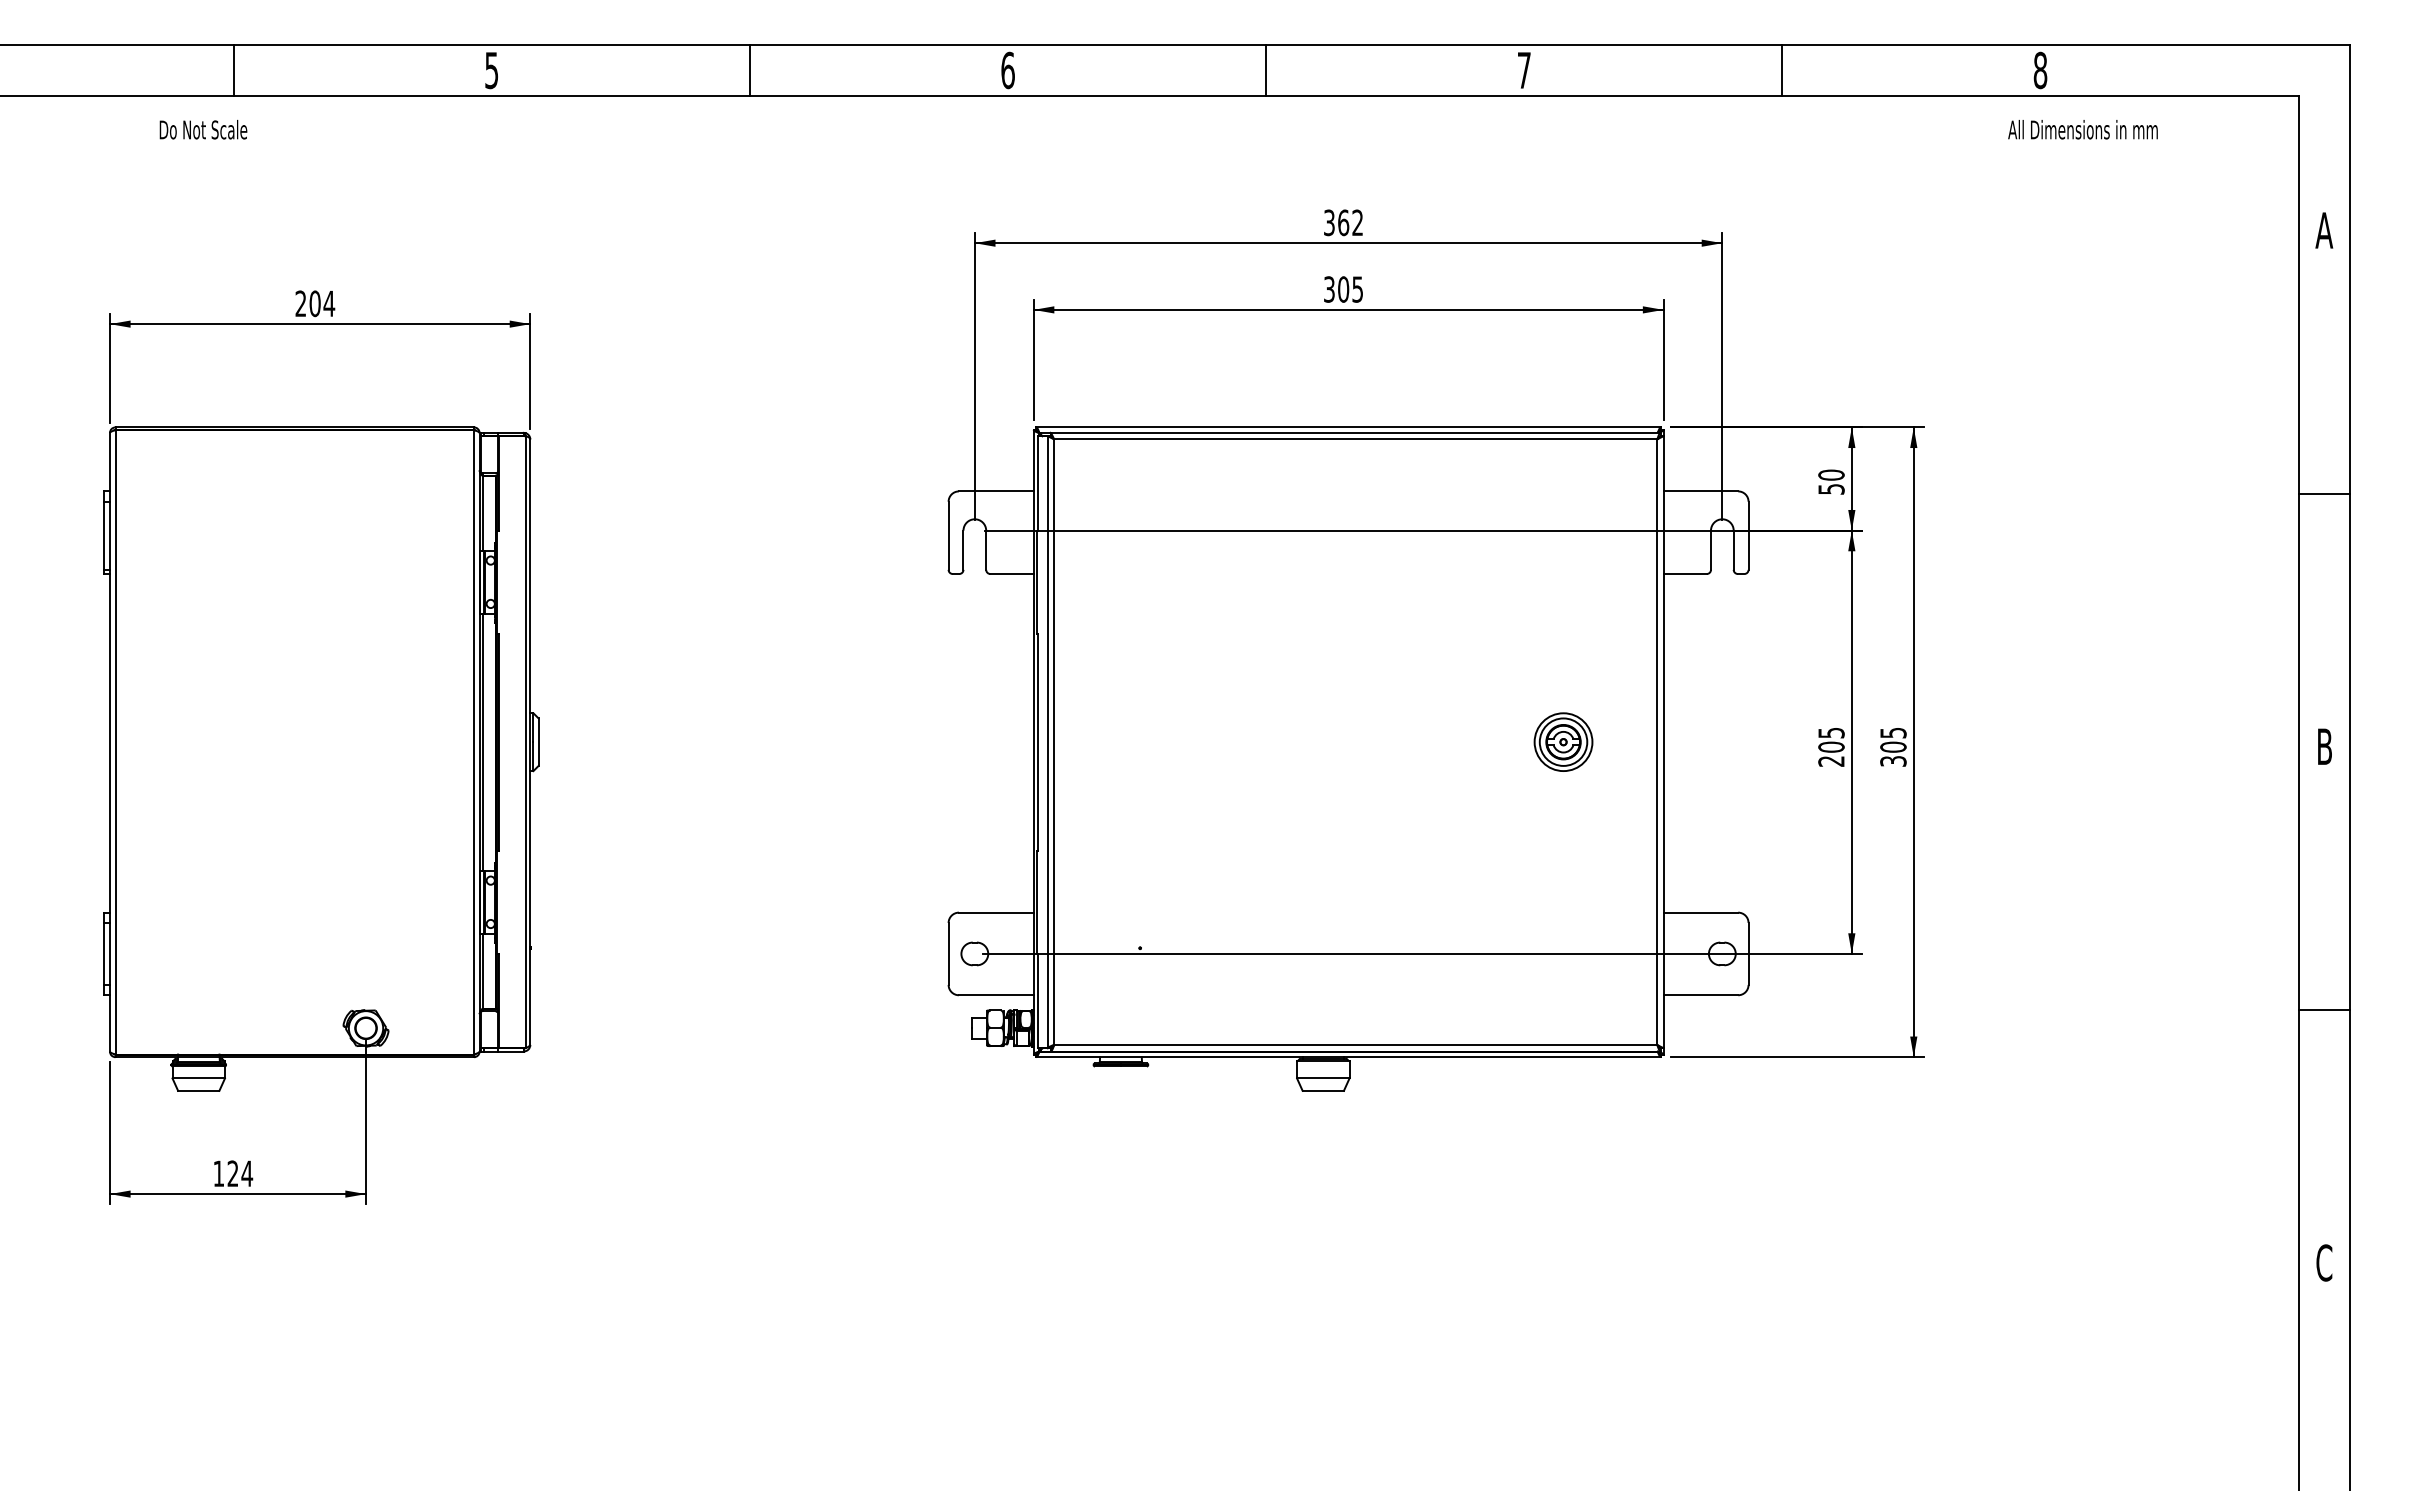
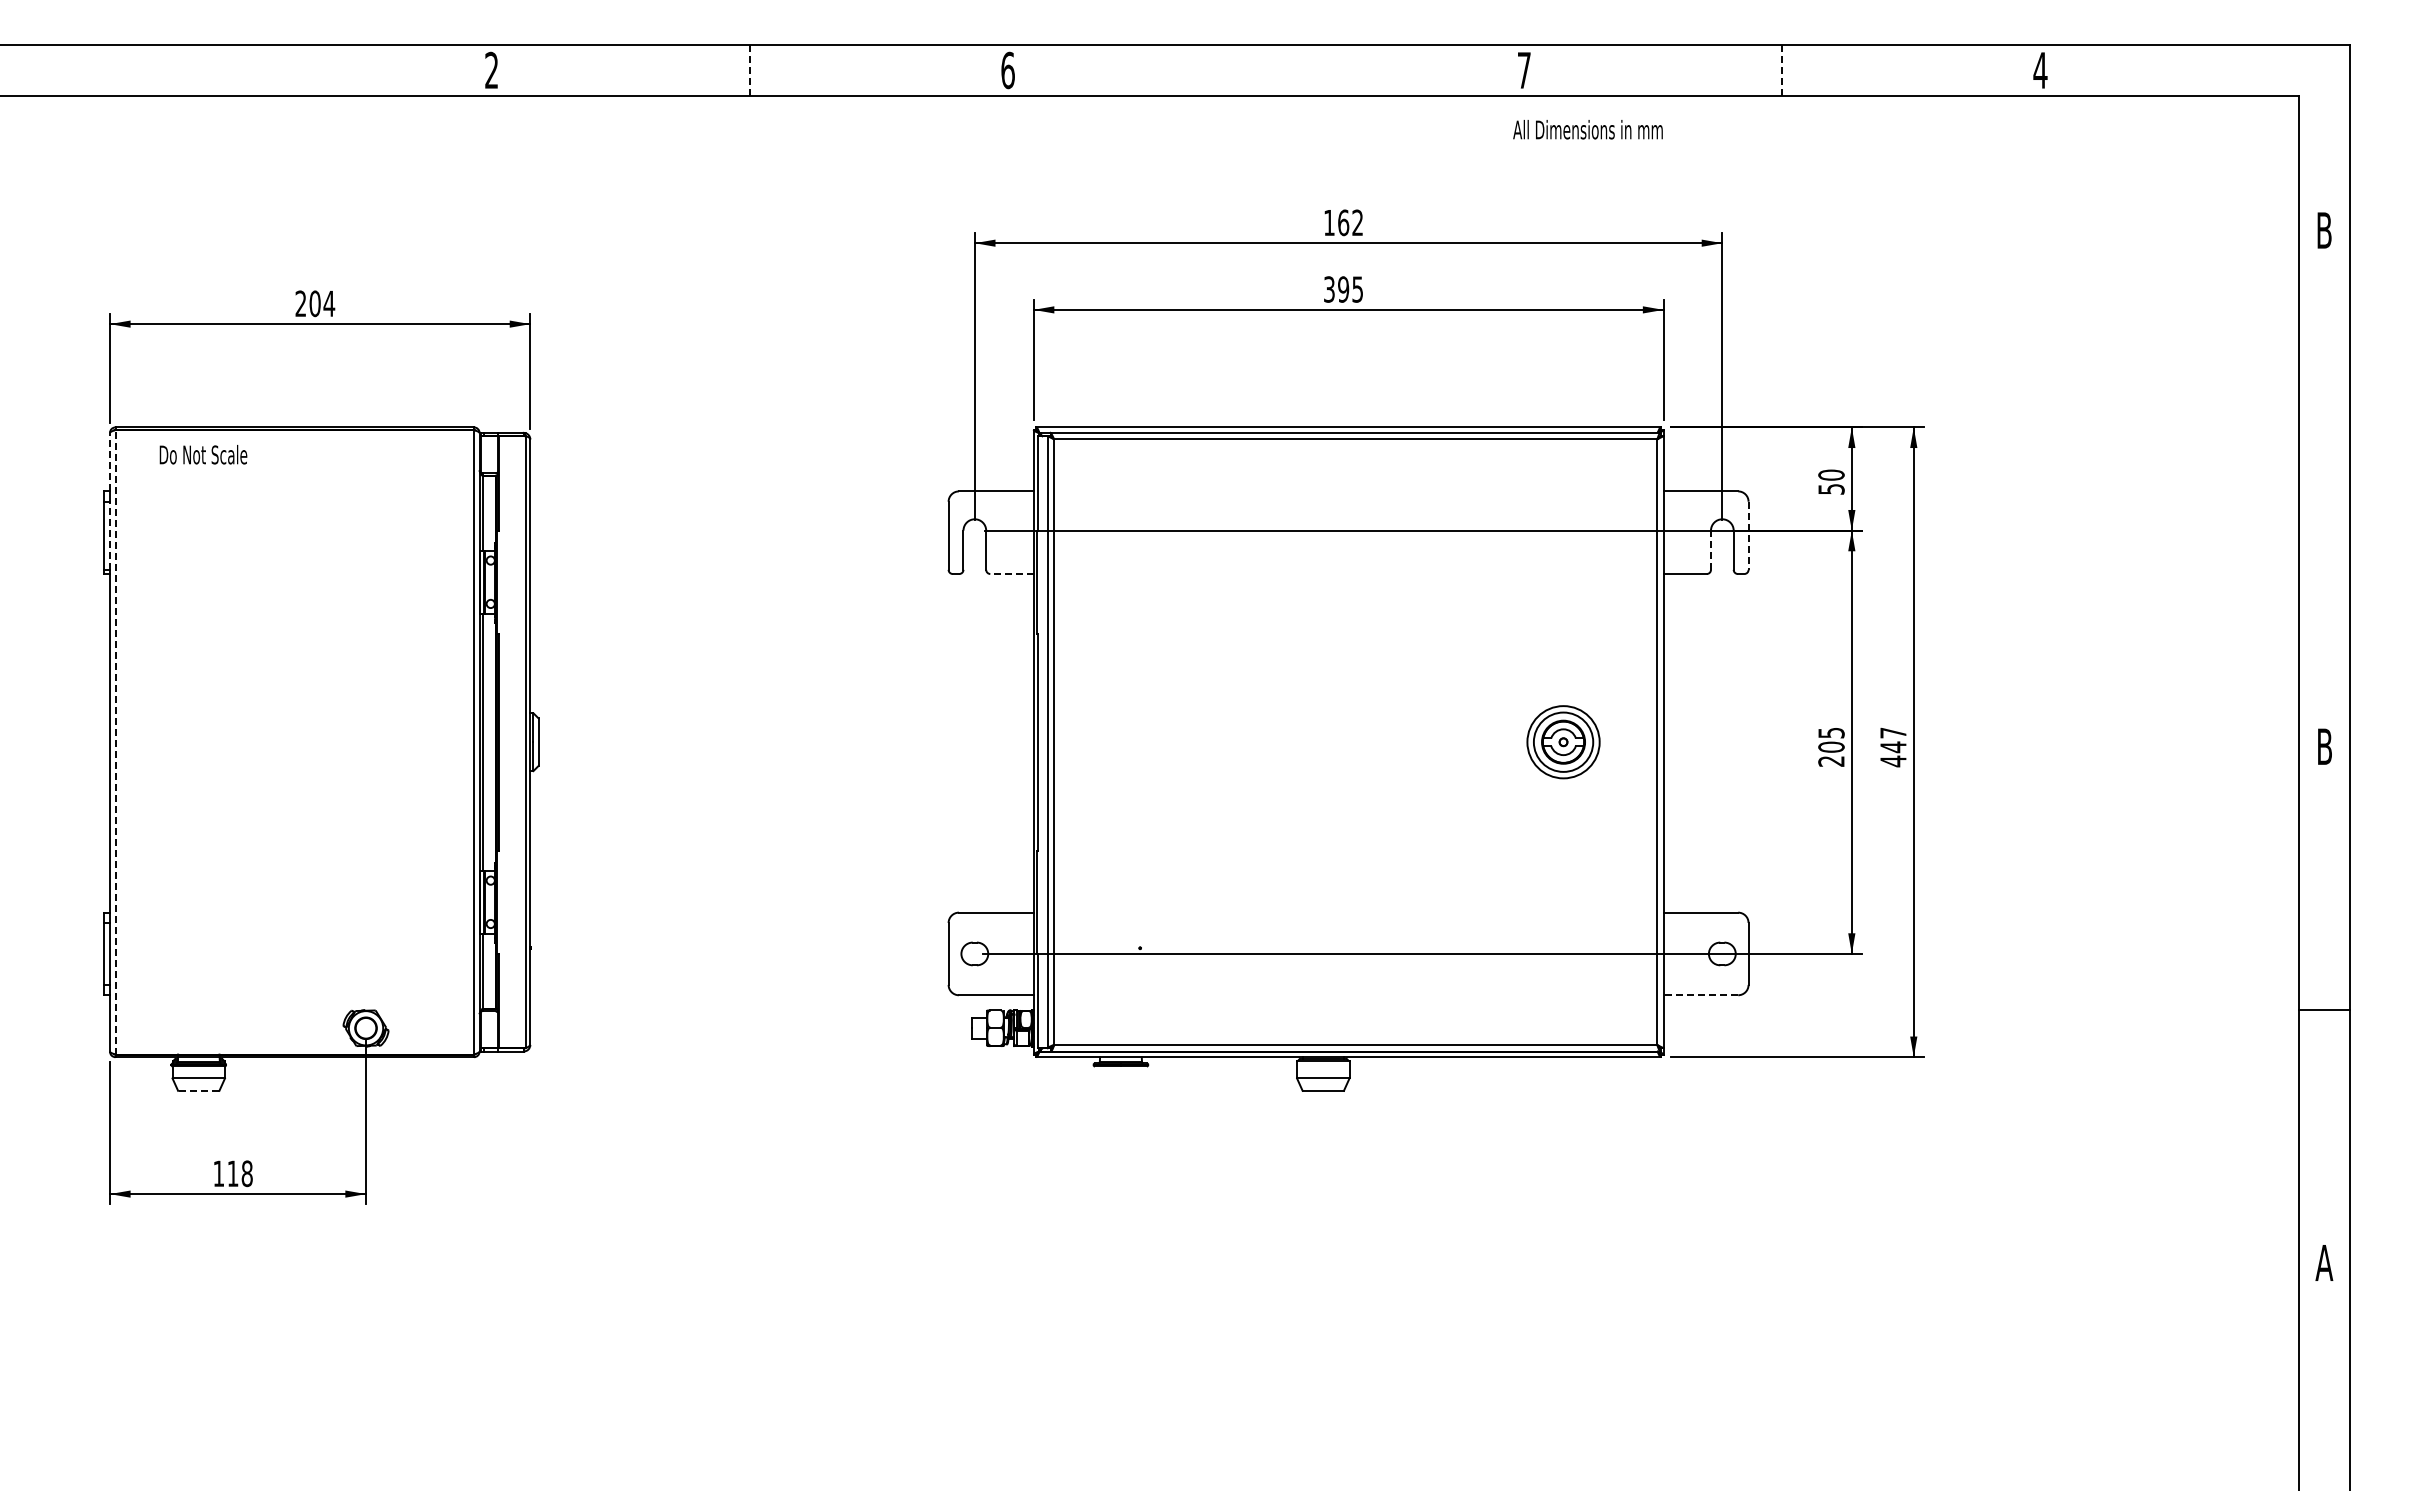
line at (233, 70): present -> none
text at (491, 70): 5 -> 2
line at (749, 70): solid -> dashed
line at (1266, 70): present -> none
line at (1782, 70): solid -> dashed
text at (2040, 70): 8 -> 4
text at (203, 129) position: (203, 129) -> (203, 454)
text at (2082, 129) position: (2082, 129) -> (1587, 129)
text at (1329, 222): 362 -> 162
text at (2324, 230): A -> B
text at (1343, 289): 305 -> 395
line at (109, 461): solid -> dashed
line at (2324, 493): present -> none
line at (109, 535): solid -> dashed
line at (1748, 536): solid -> dashed
line at (1710, 550): solid -> dashed
line at (1012, 574): solid -> dashed
line at (115, 741): solid -> dashed
part at (1563, 741) size: 61x60 px -> 75x75 px
text at (1893, 747): 305 -> 447
line at (1700, 995): solid -> dashed
line at (198, 1090): solid -> dashed
text at (240, 1173): 124 -> 118
text at (2324, 1262): C -> A
